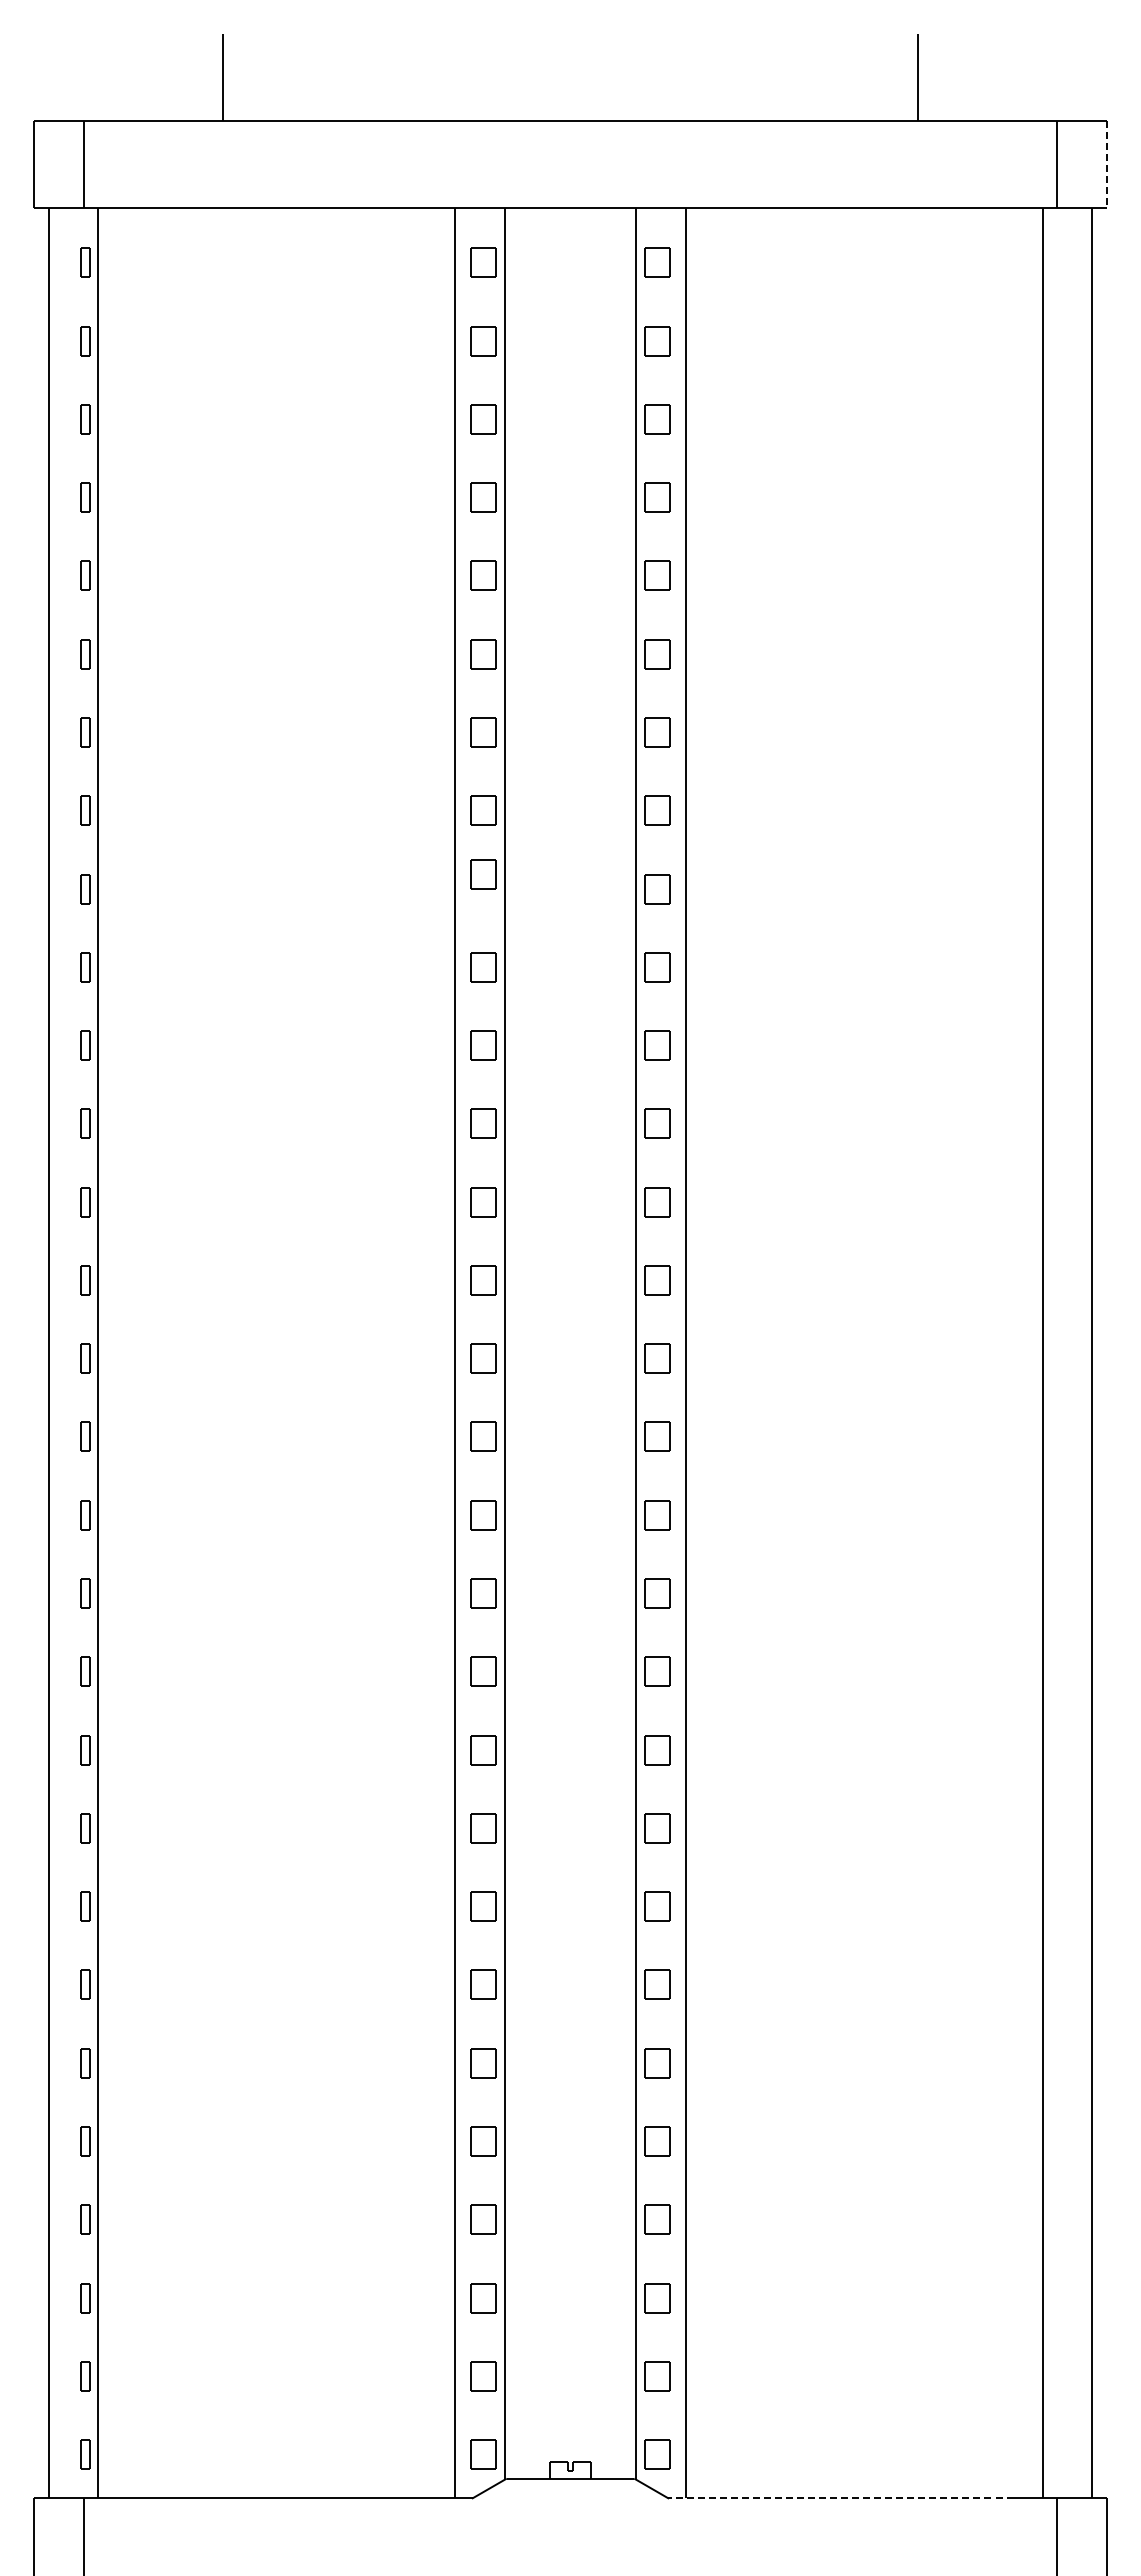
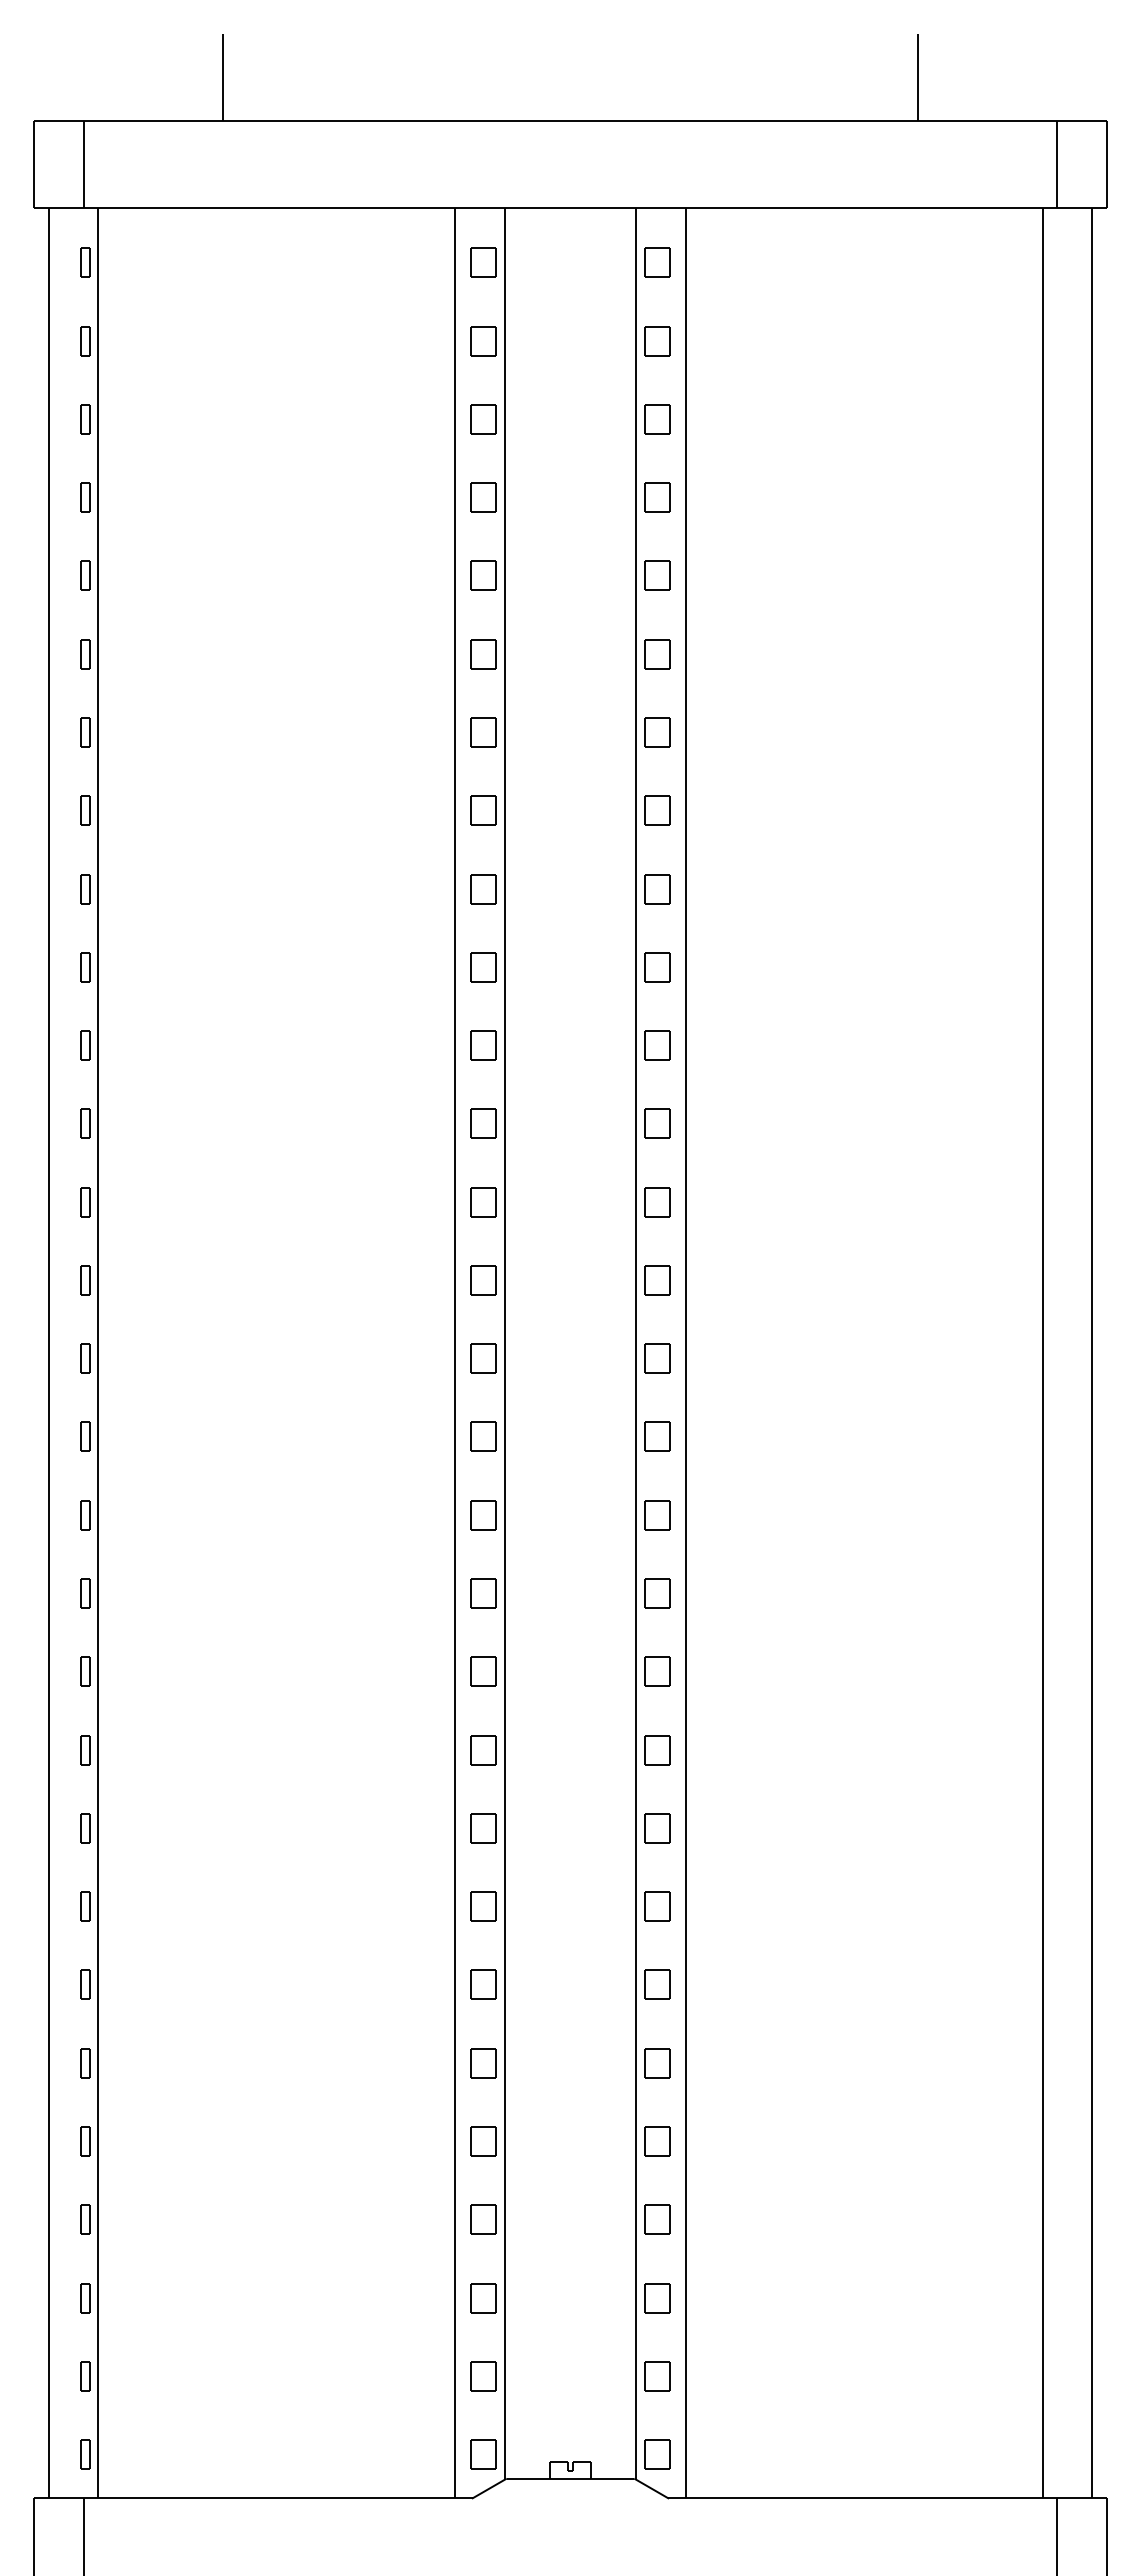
line at (1106, 164): dashed -> solid
part at (483, 874) position: (483, 874) -> (483, 889)
line at (840, 2498): dashed -> solid
